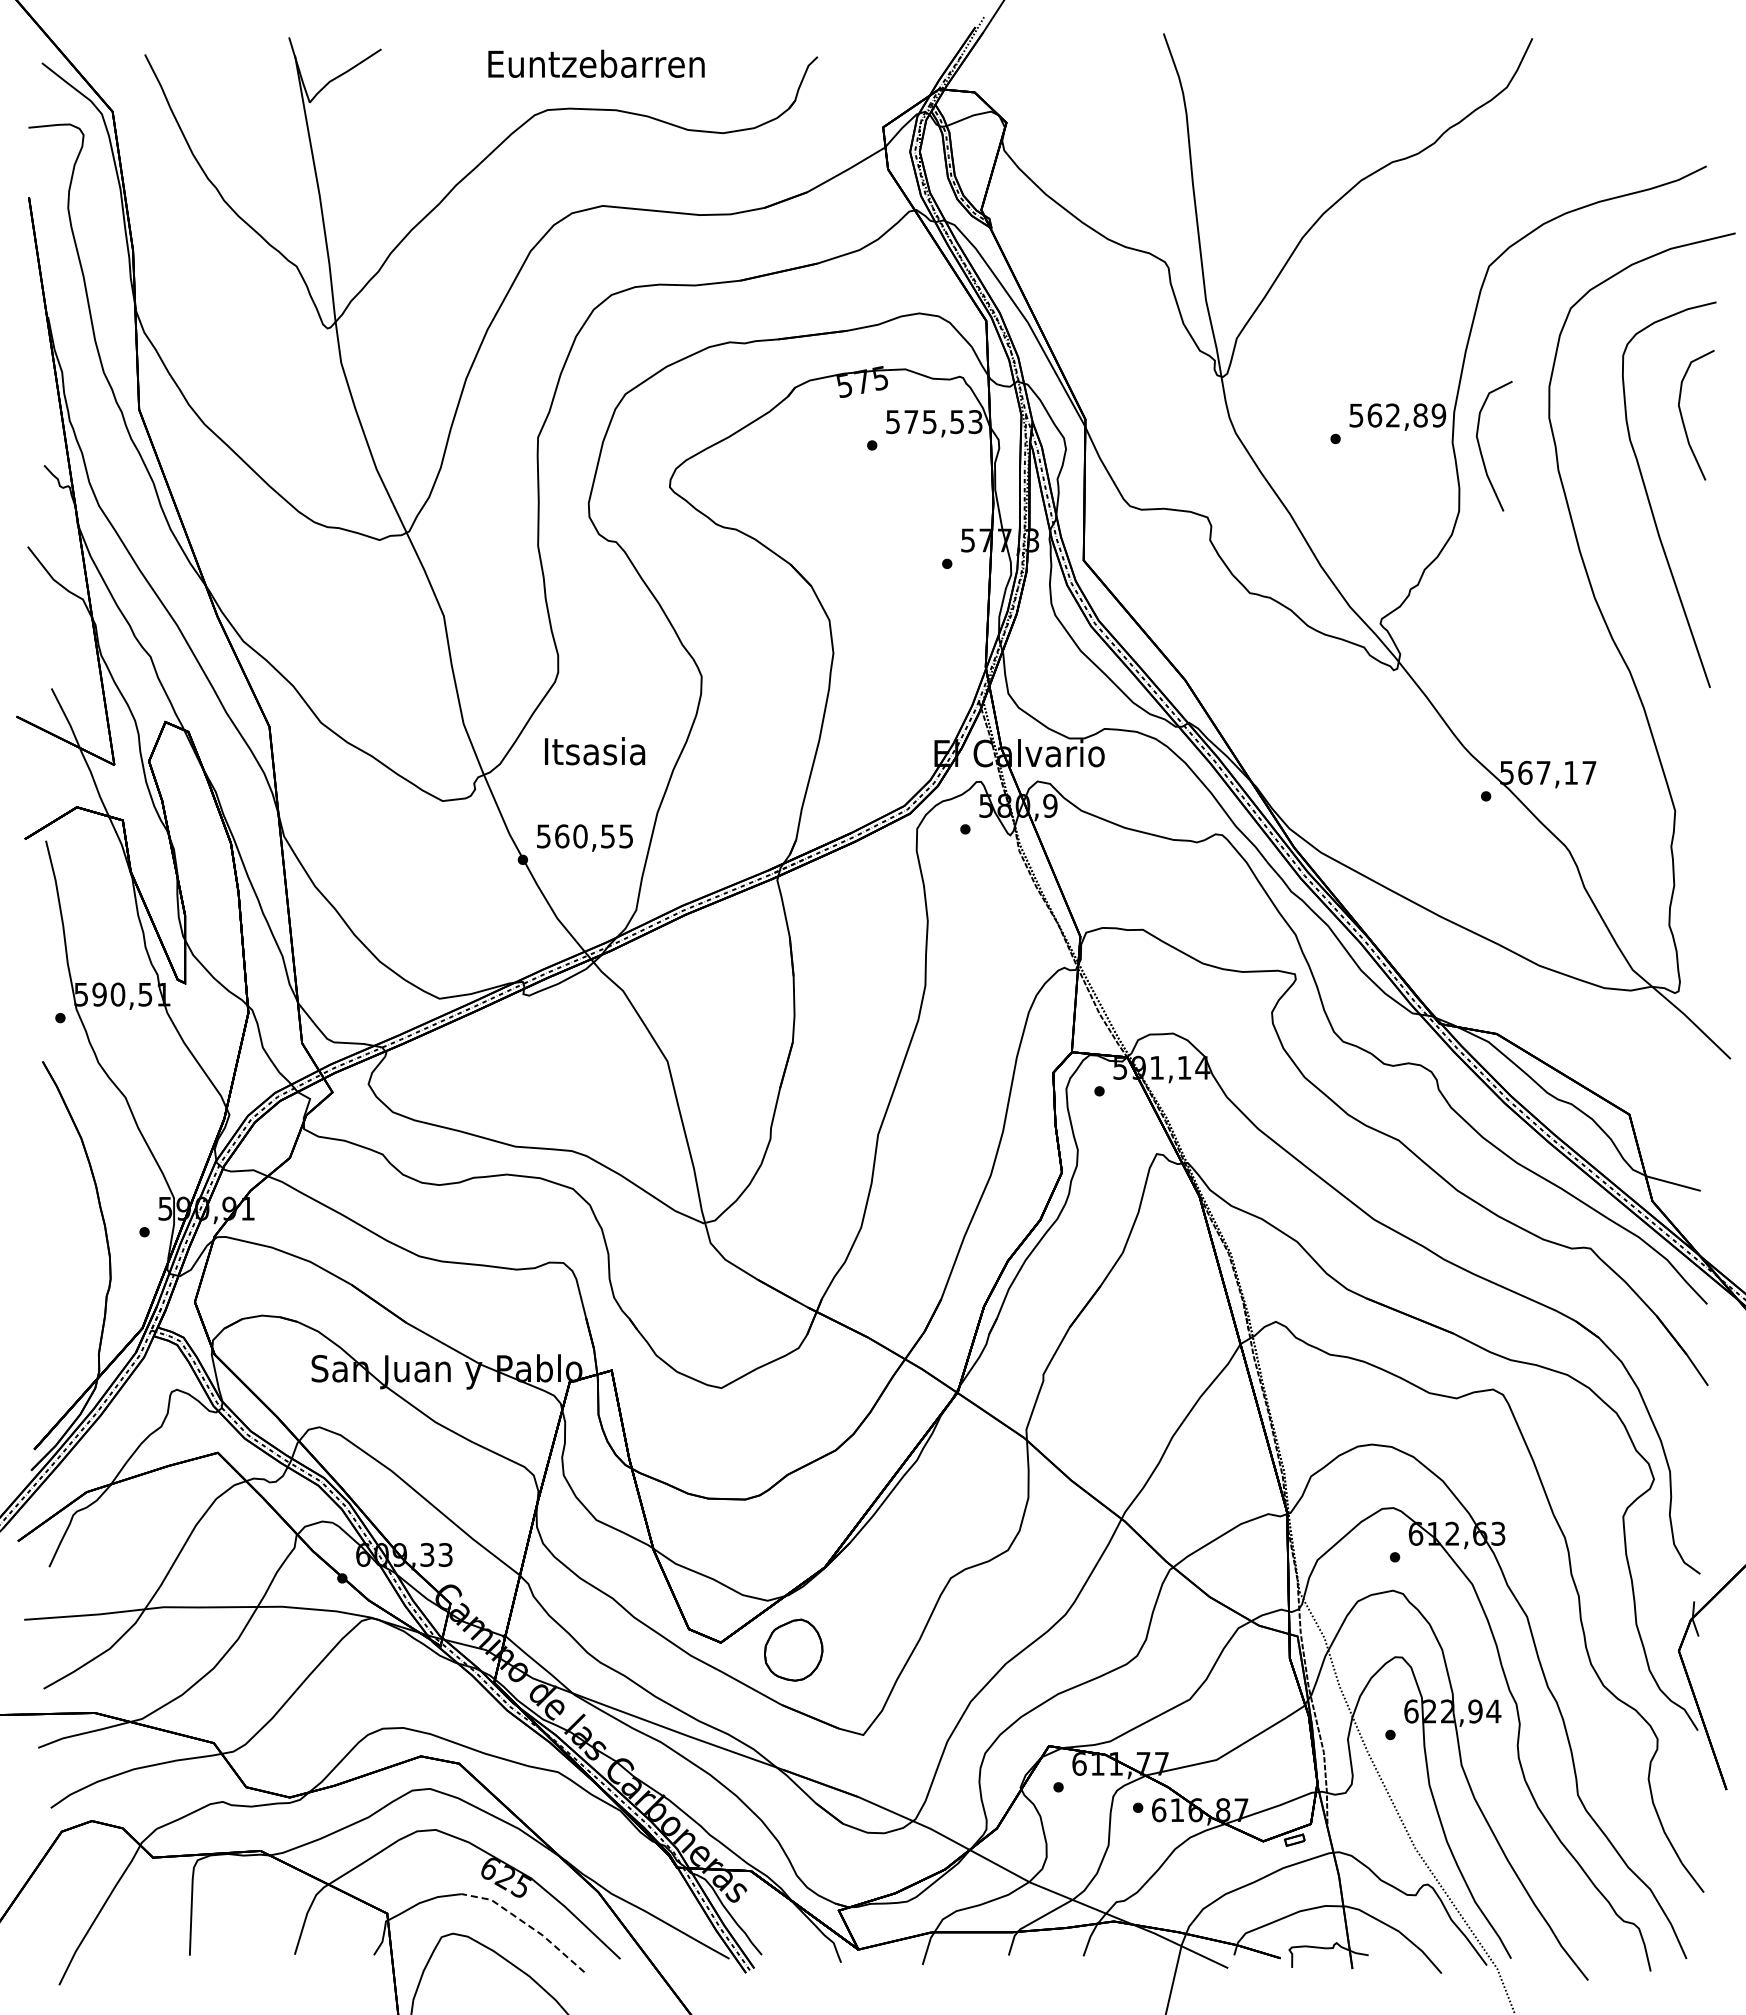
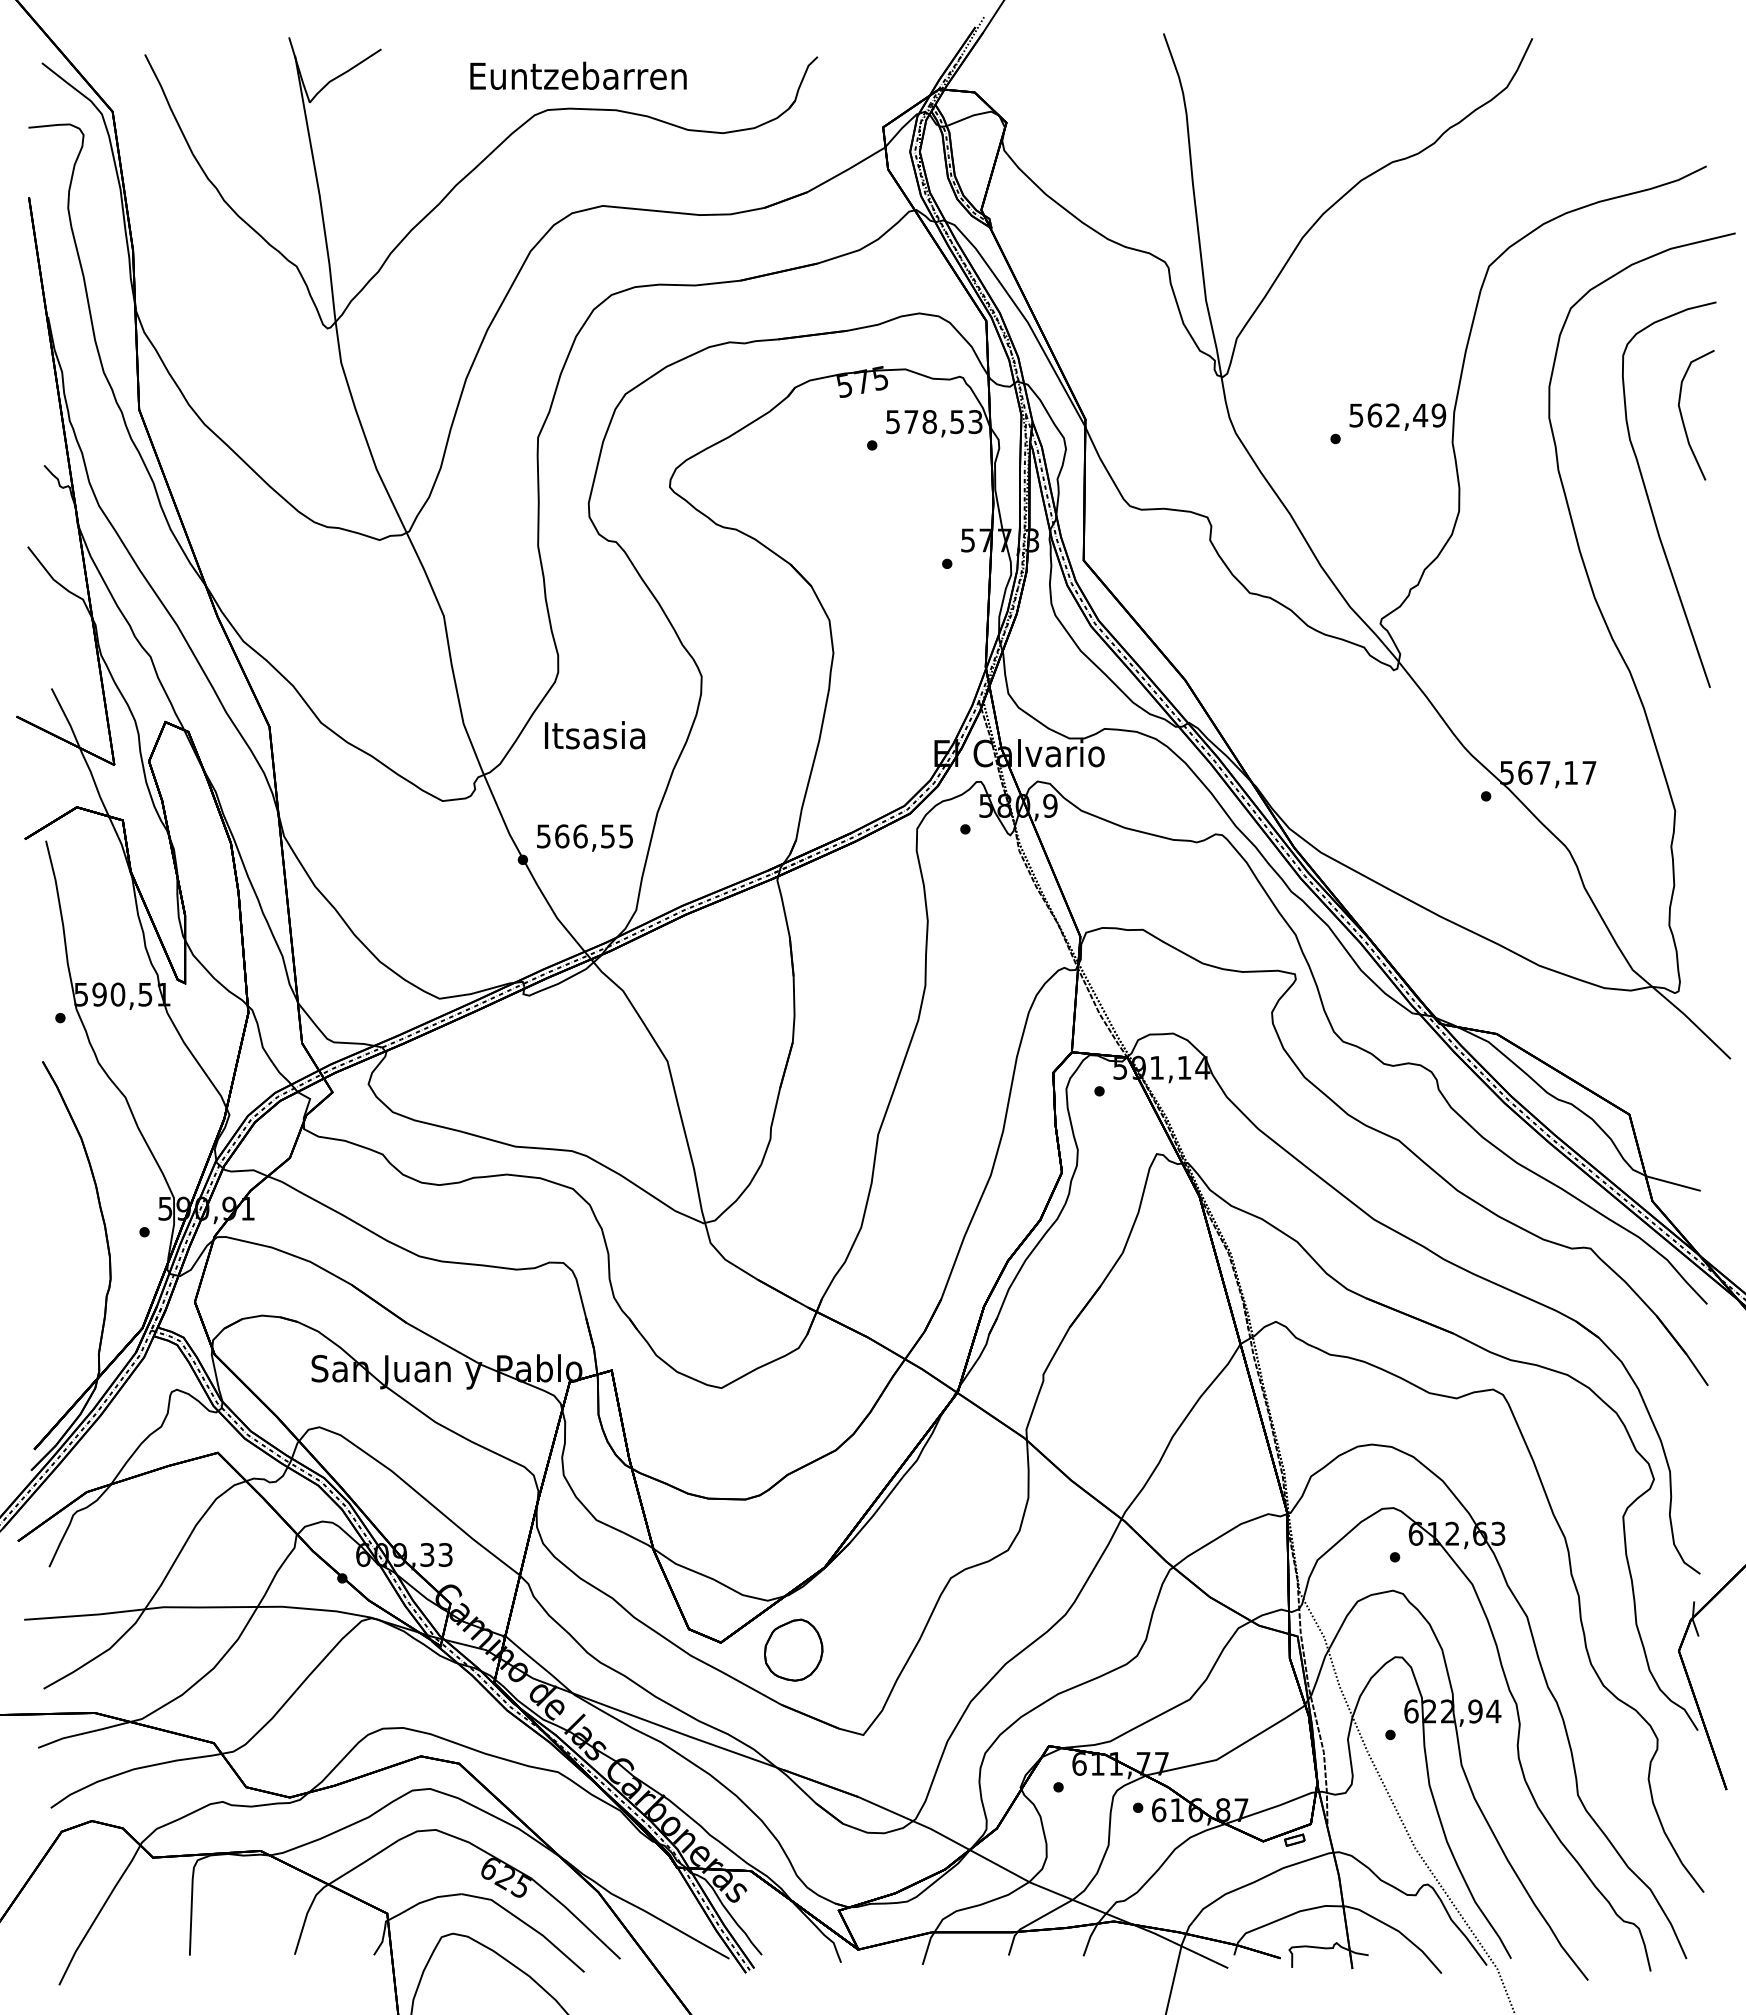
text at (596, 63) position: (596, 63) -> (578, 75)
text at (1420, 415): 562,89 -> 562,49
text at (929, 422): 575,53 -> 578,53
curve at (1481, 450): present -> none
text at (595, 751) position: (595, 751) -> (595, 735)
text at (580, 836): 560,55 -> 566,55
line at (527, 1924): dashed -> solid
